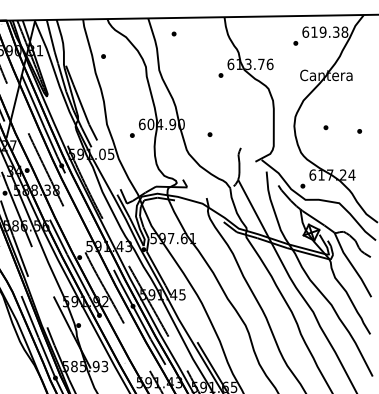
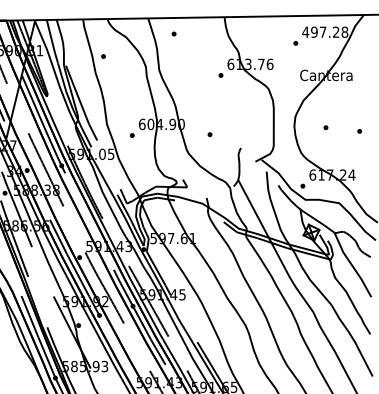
text at (320, 31): 619.38 -> 497.28
